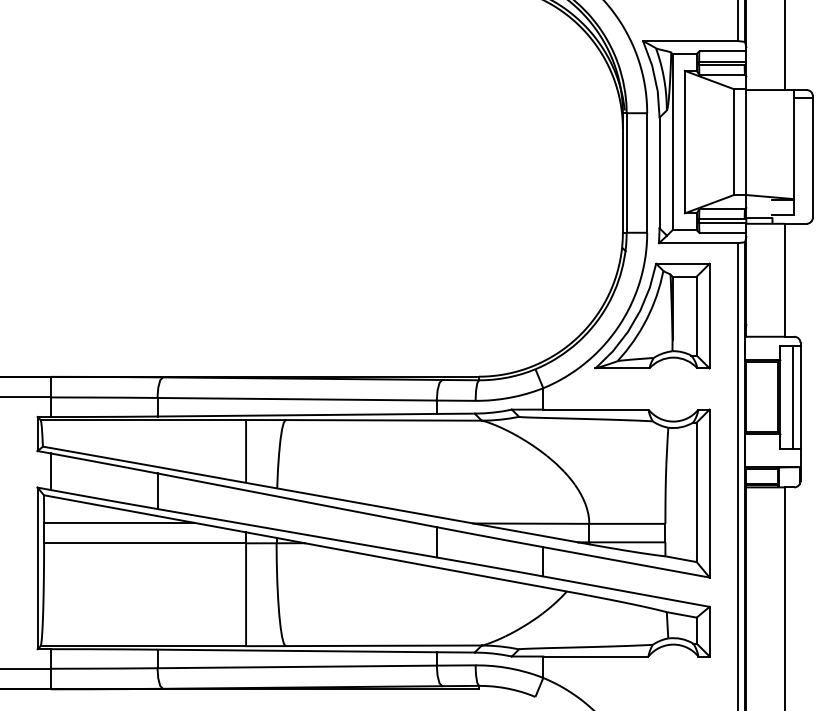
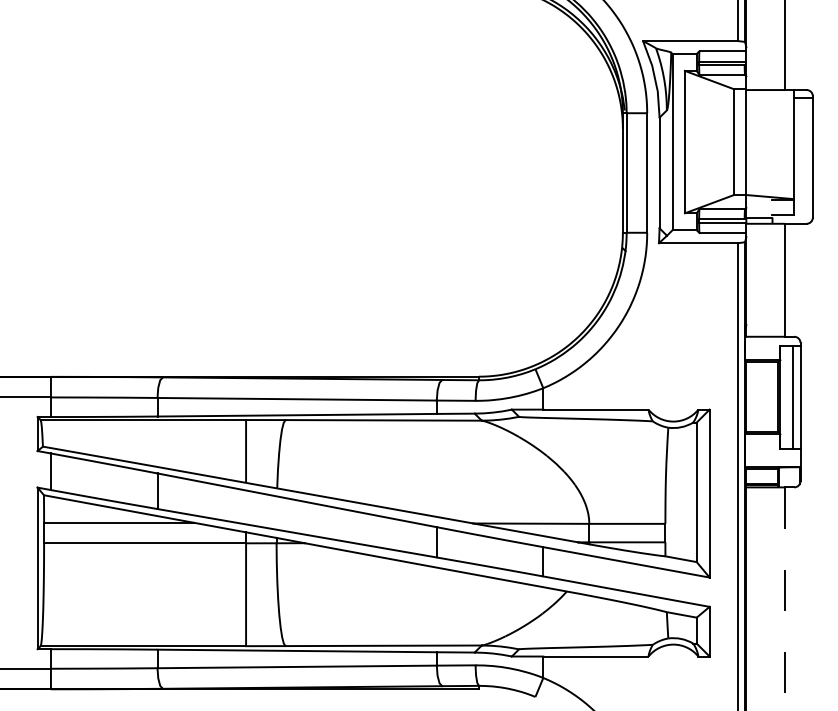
part at (652, 315): present -> none
line at (784, 599): solid -> dashed
